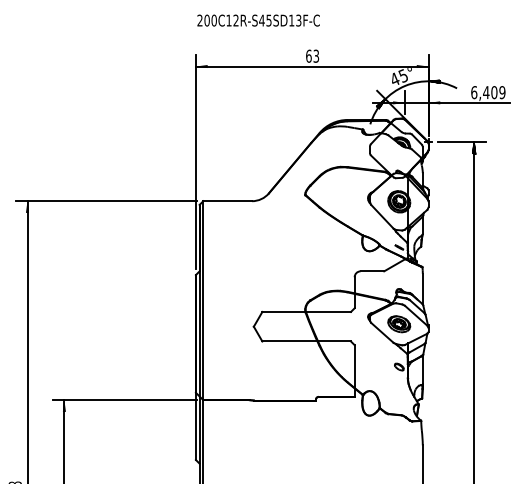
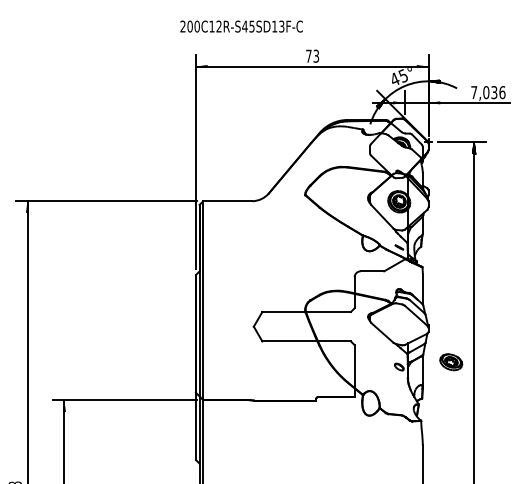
text at (258, 20) position: (258, 20) -> (241, 26)
text at (308, 55): 63 -> 73
text at (488, 92): 6,409 -> 7,036
part at (399, 324) position: (399, 324) -> (451, 362)
